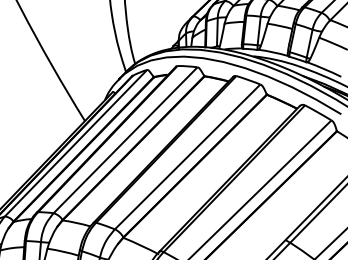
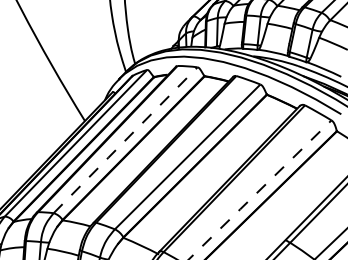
line at (124, 141): solid -> dashed
line at (259, 190): solid -> dashed
